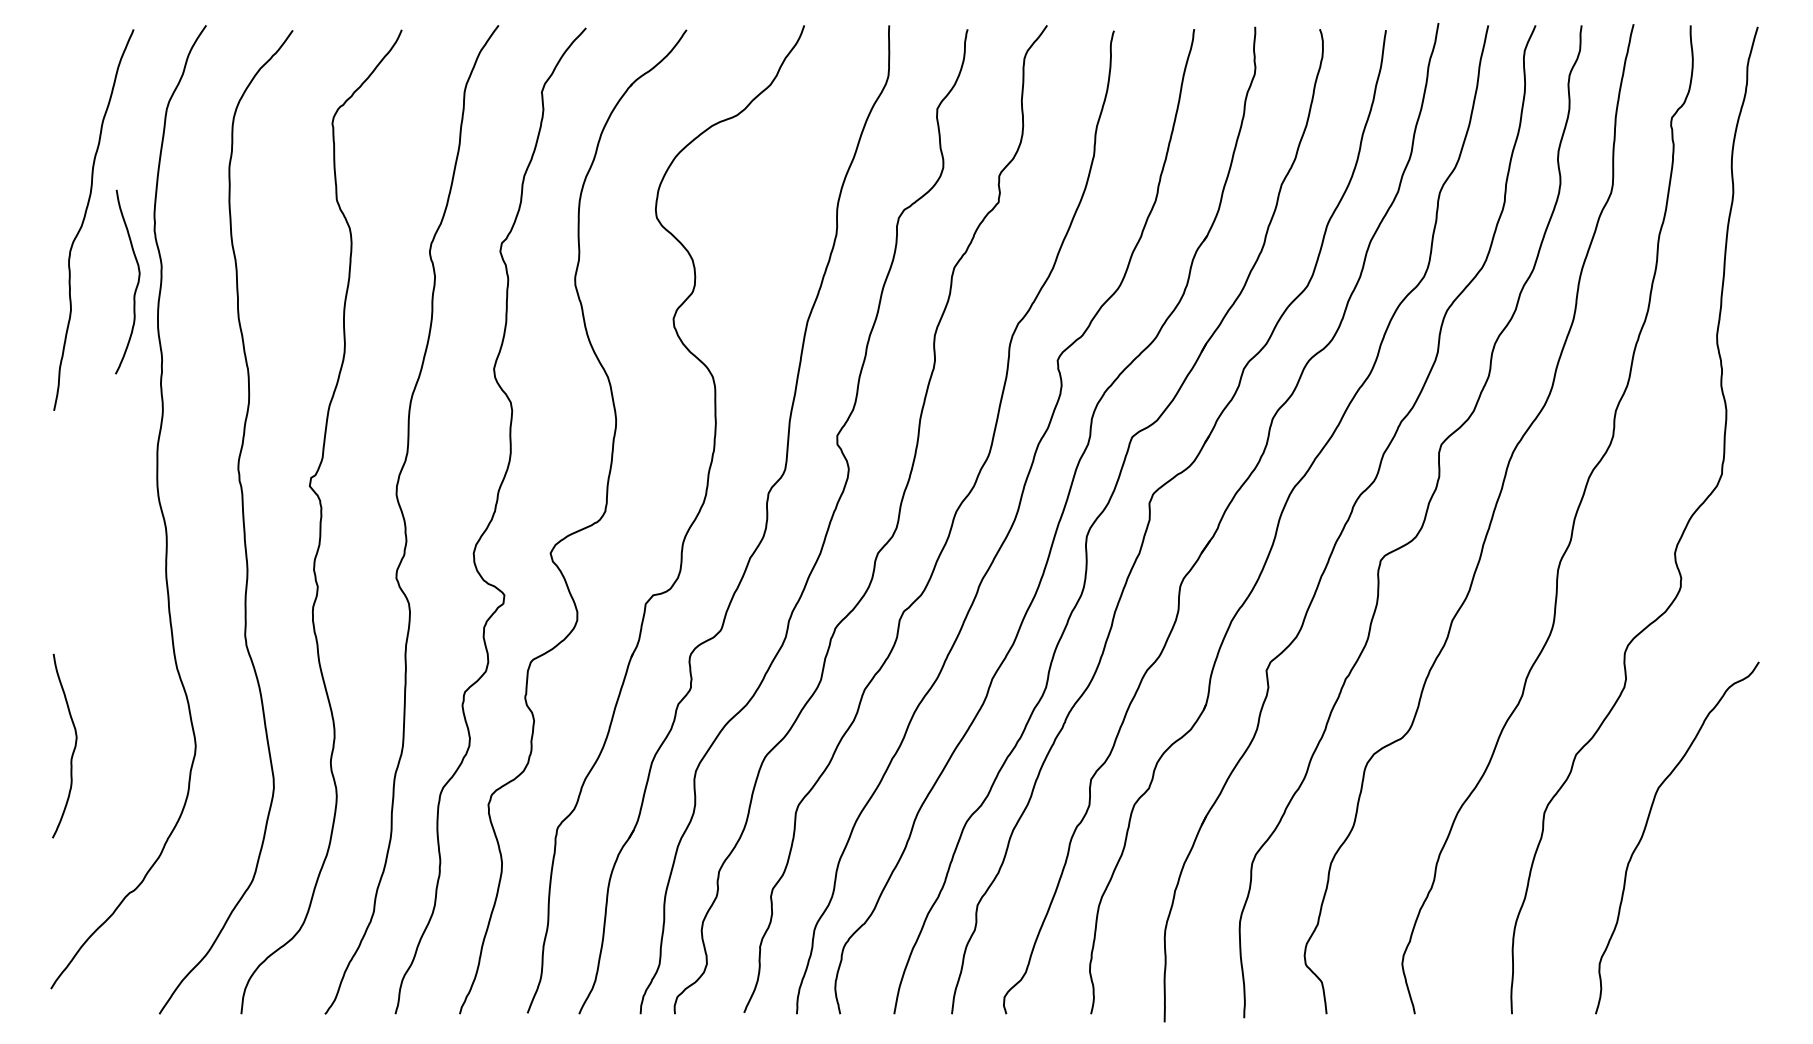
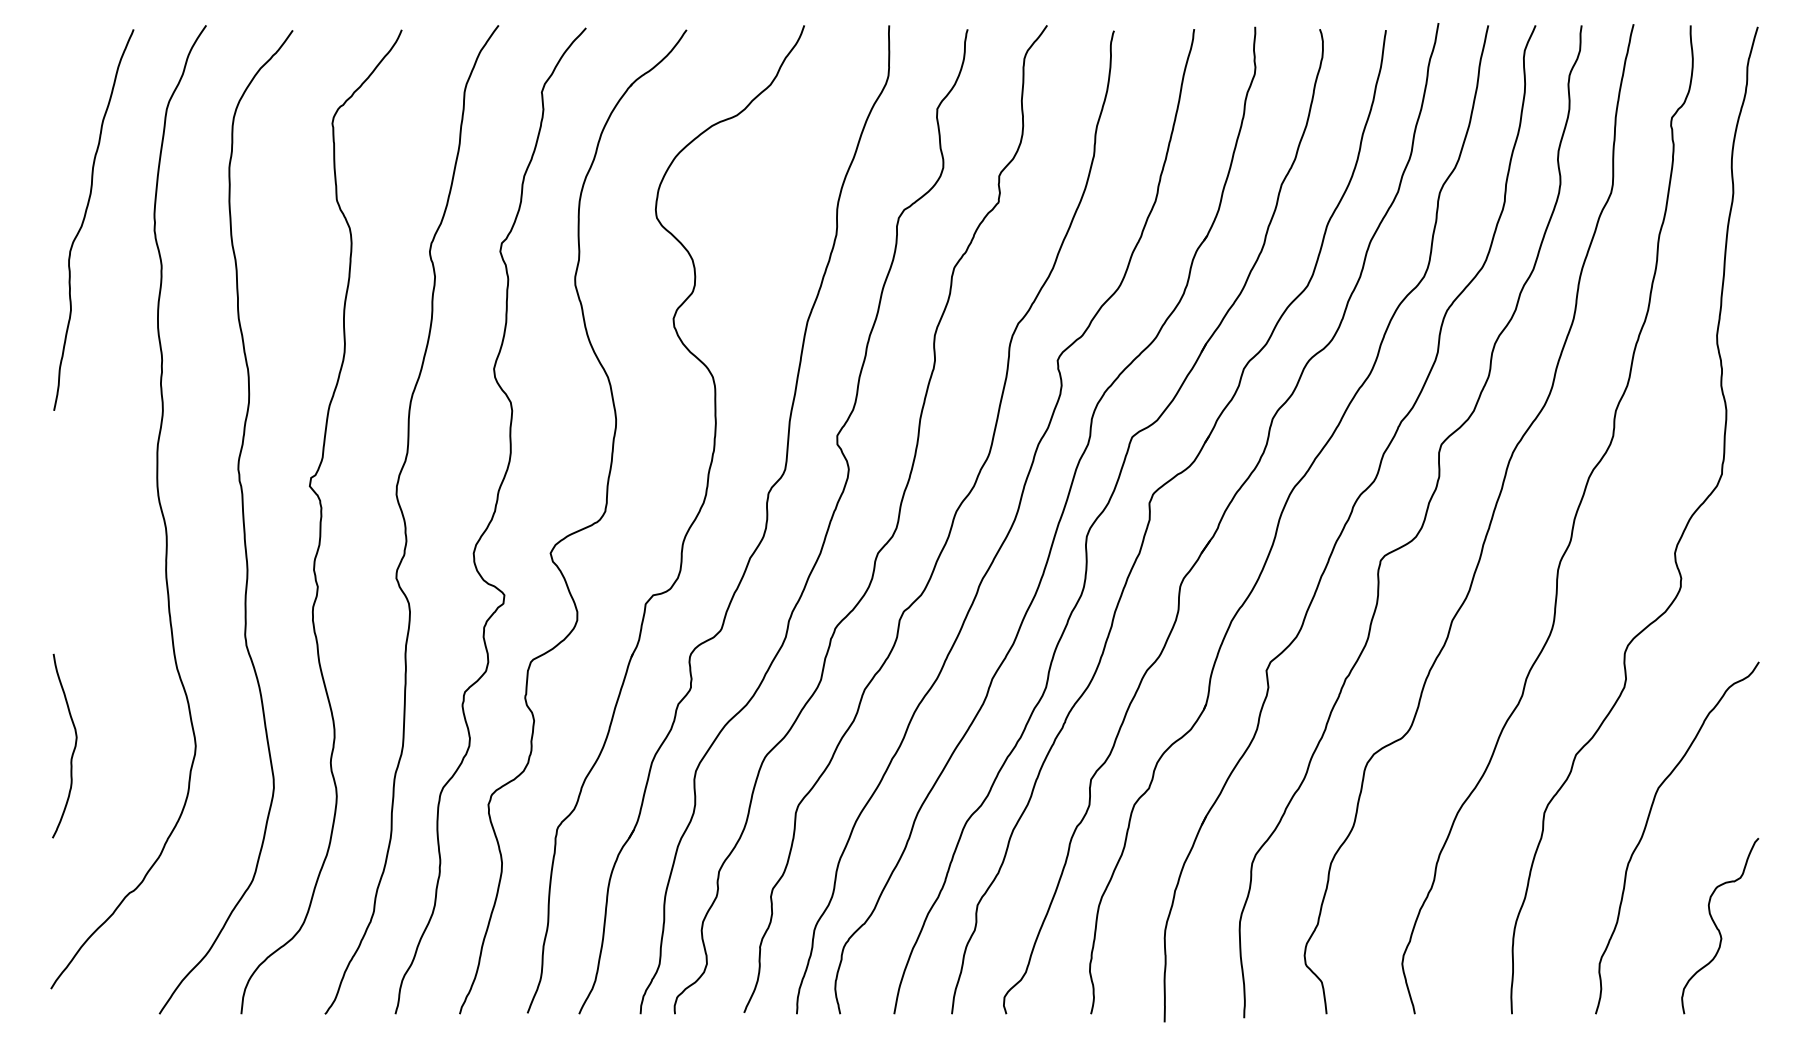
curve at (136, 284): present -> none
curve at (1717, 926): none -> present
